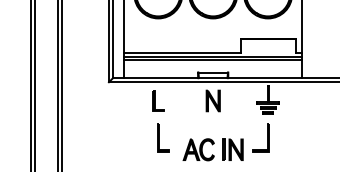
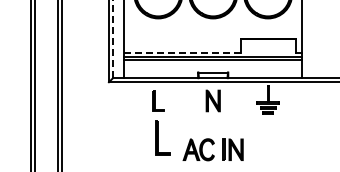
line at (113, 39): solid -> dashed
line at (181, 52): solid -> dashed
part at (163, 137) size: 13x30 px -> 16x36 px
part at (267, 137): present -> none
